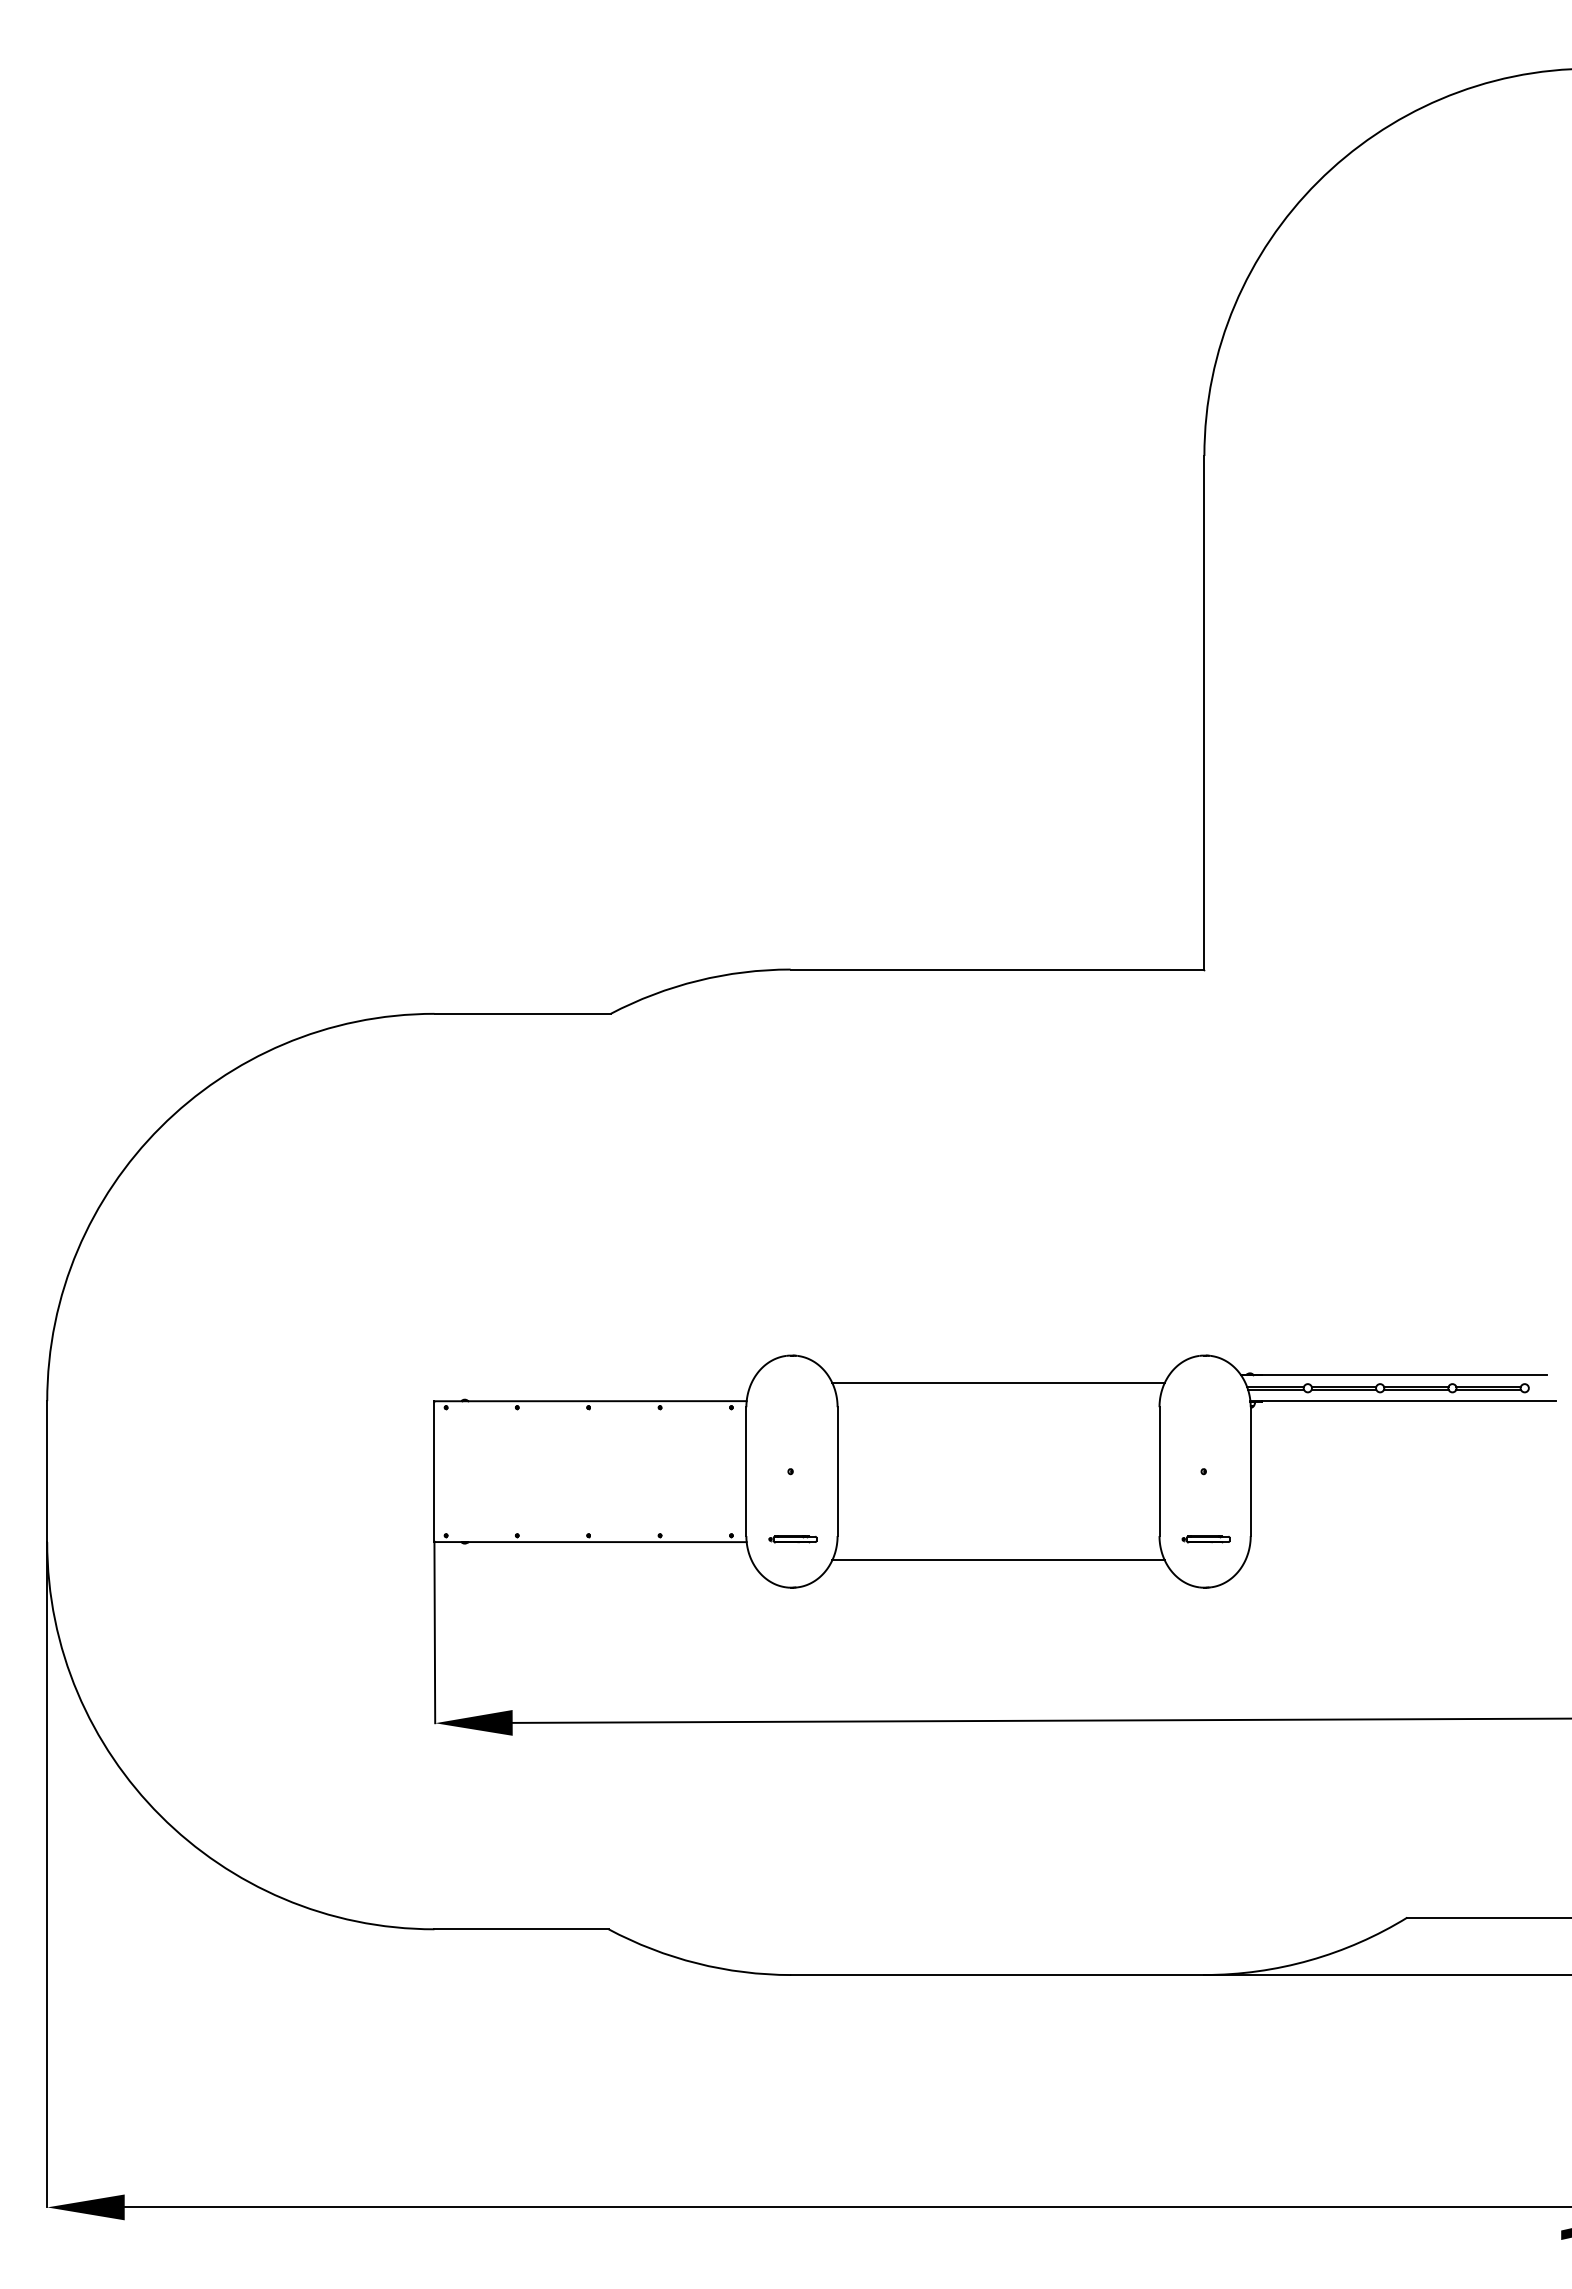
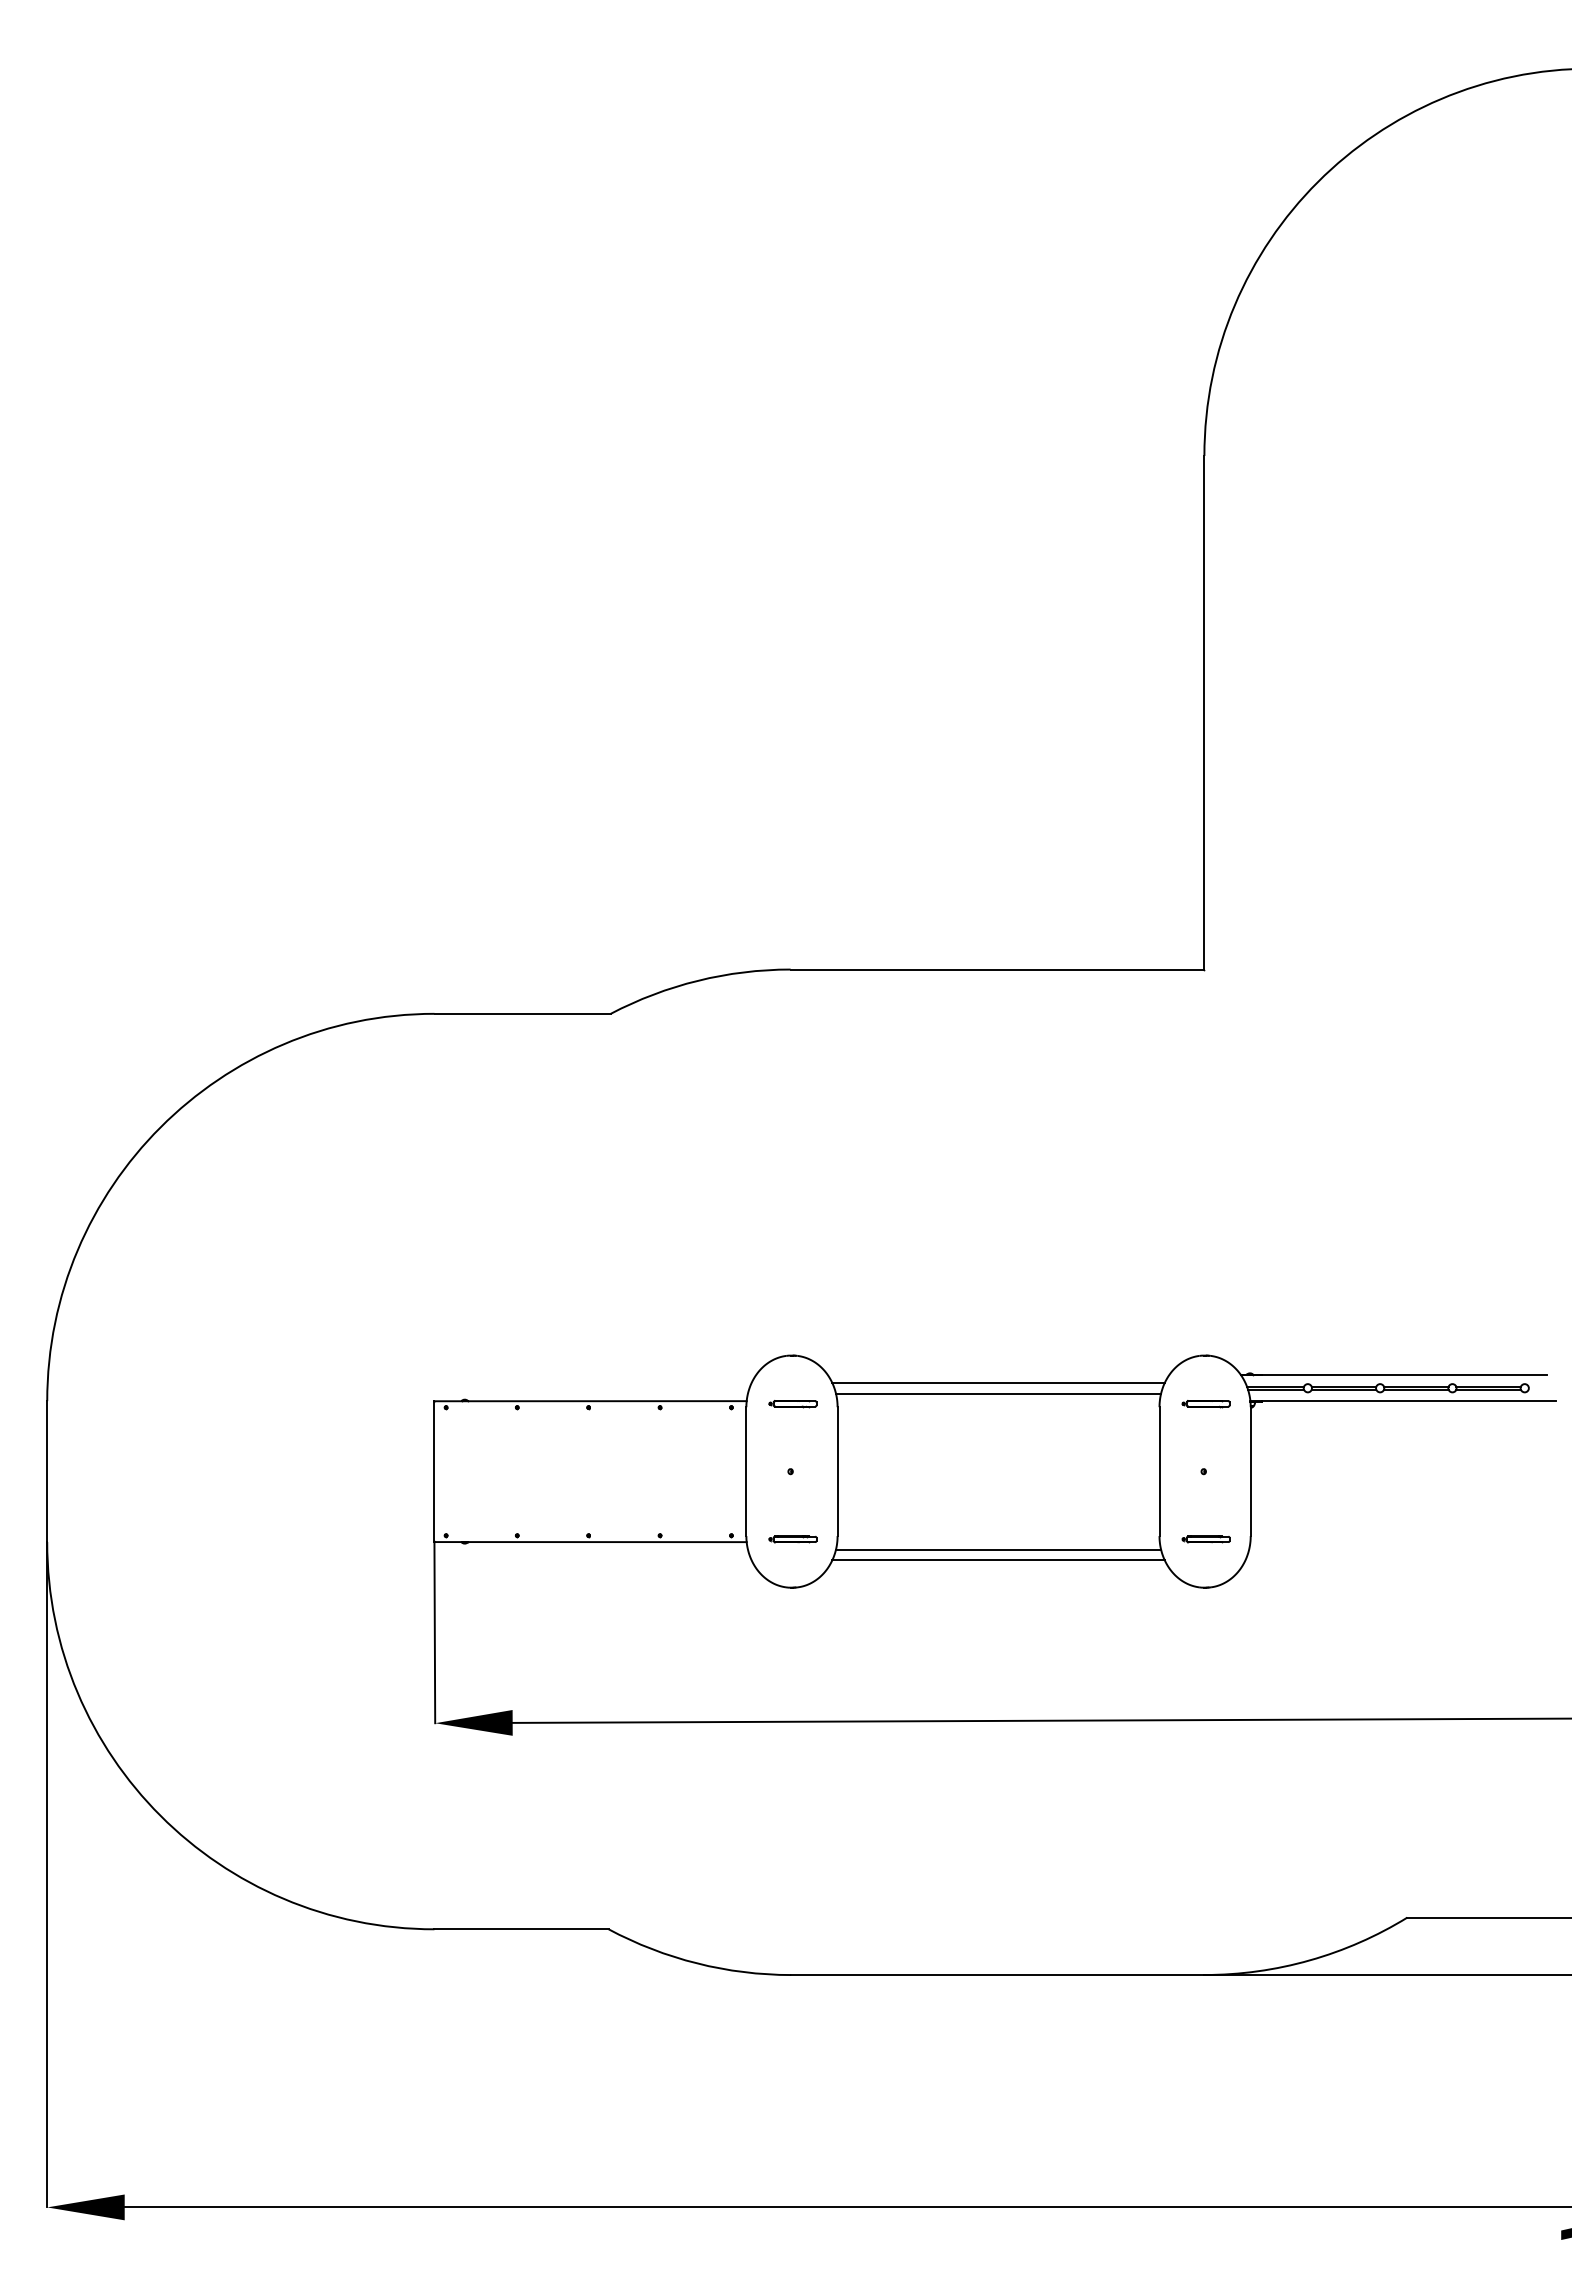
line at (998, 1393): none -> present
part at (792, 1404): none -> present
part at (1205, 1404): none -> present
line at (998, 1549): none -> present
